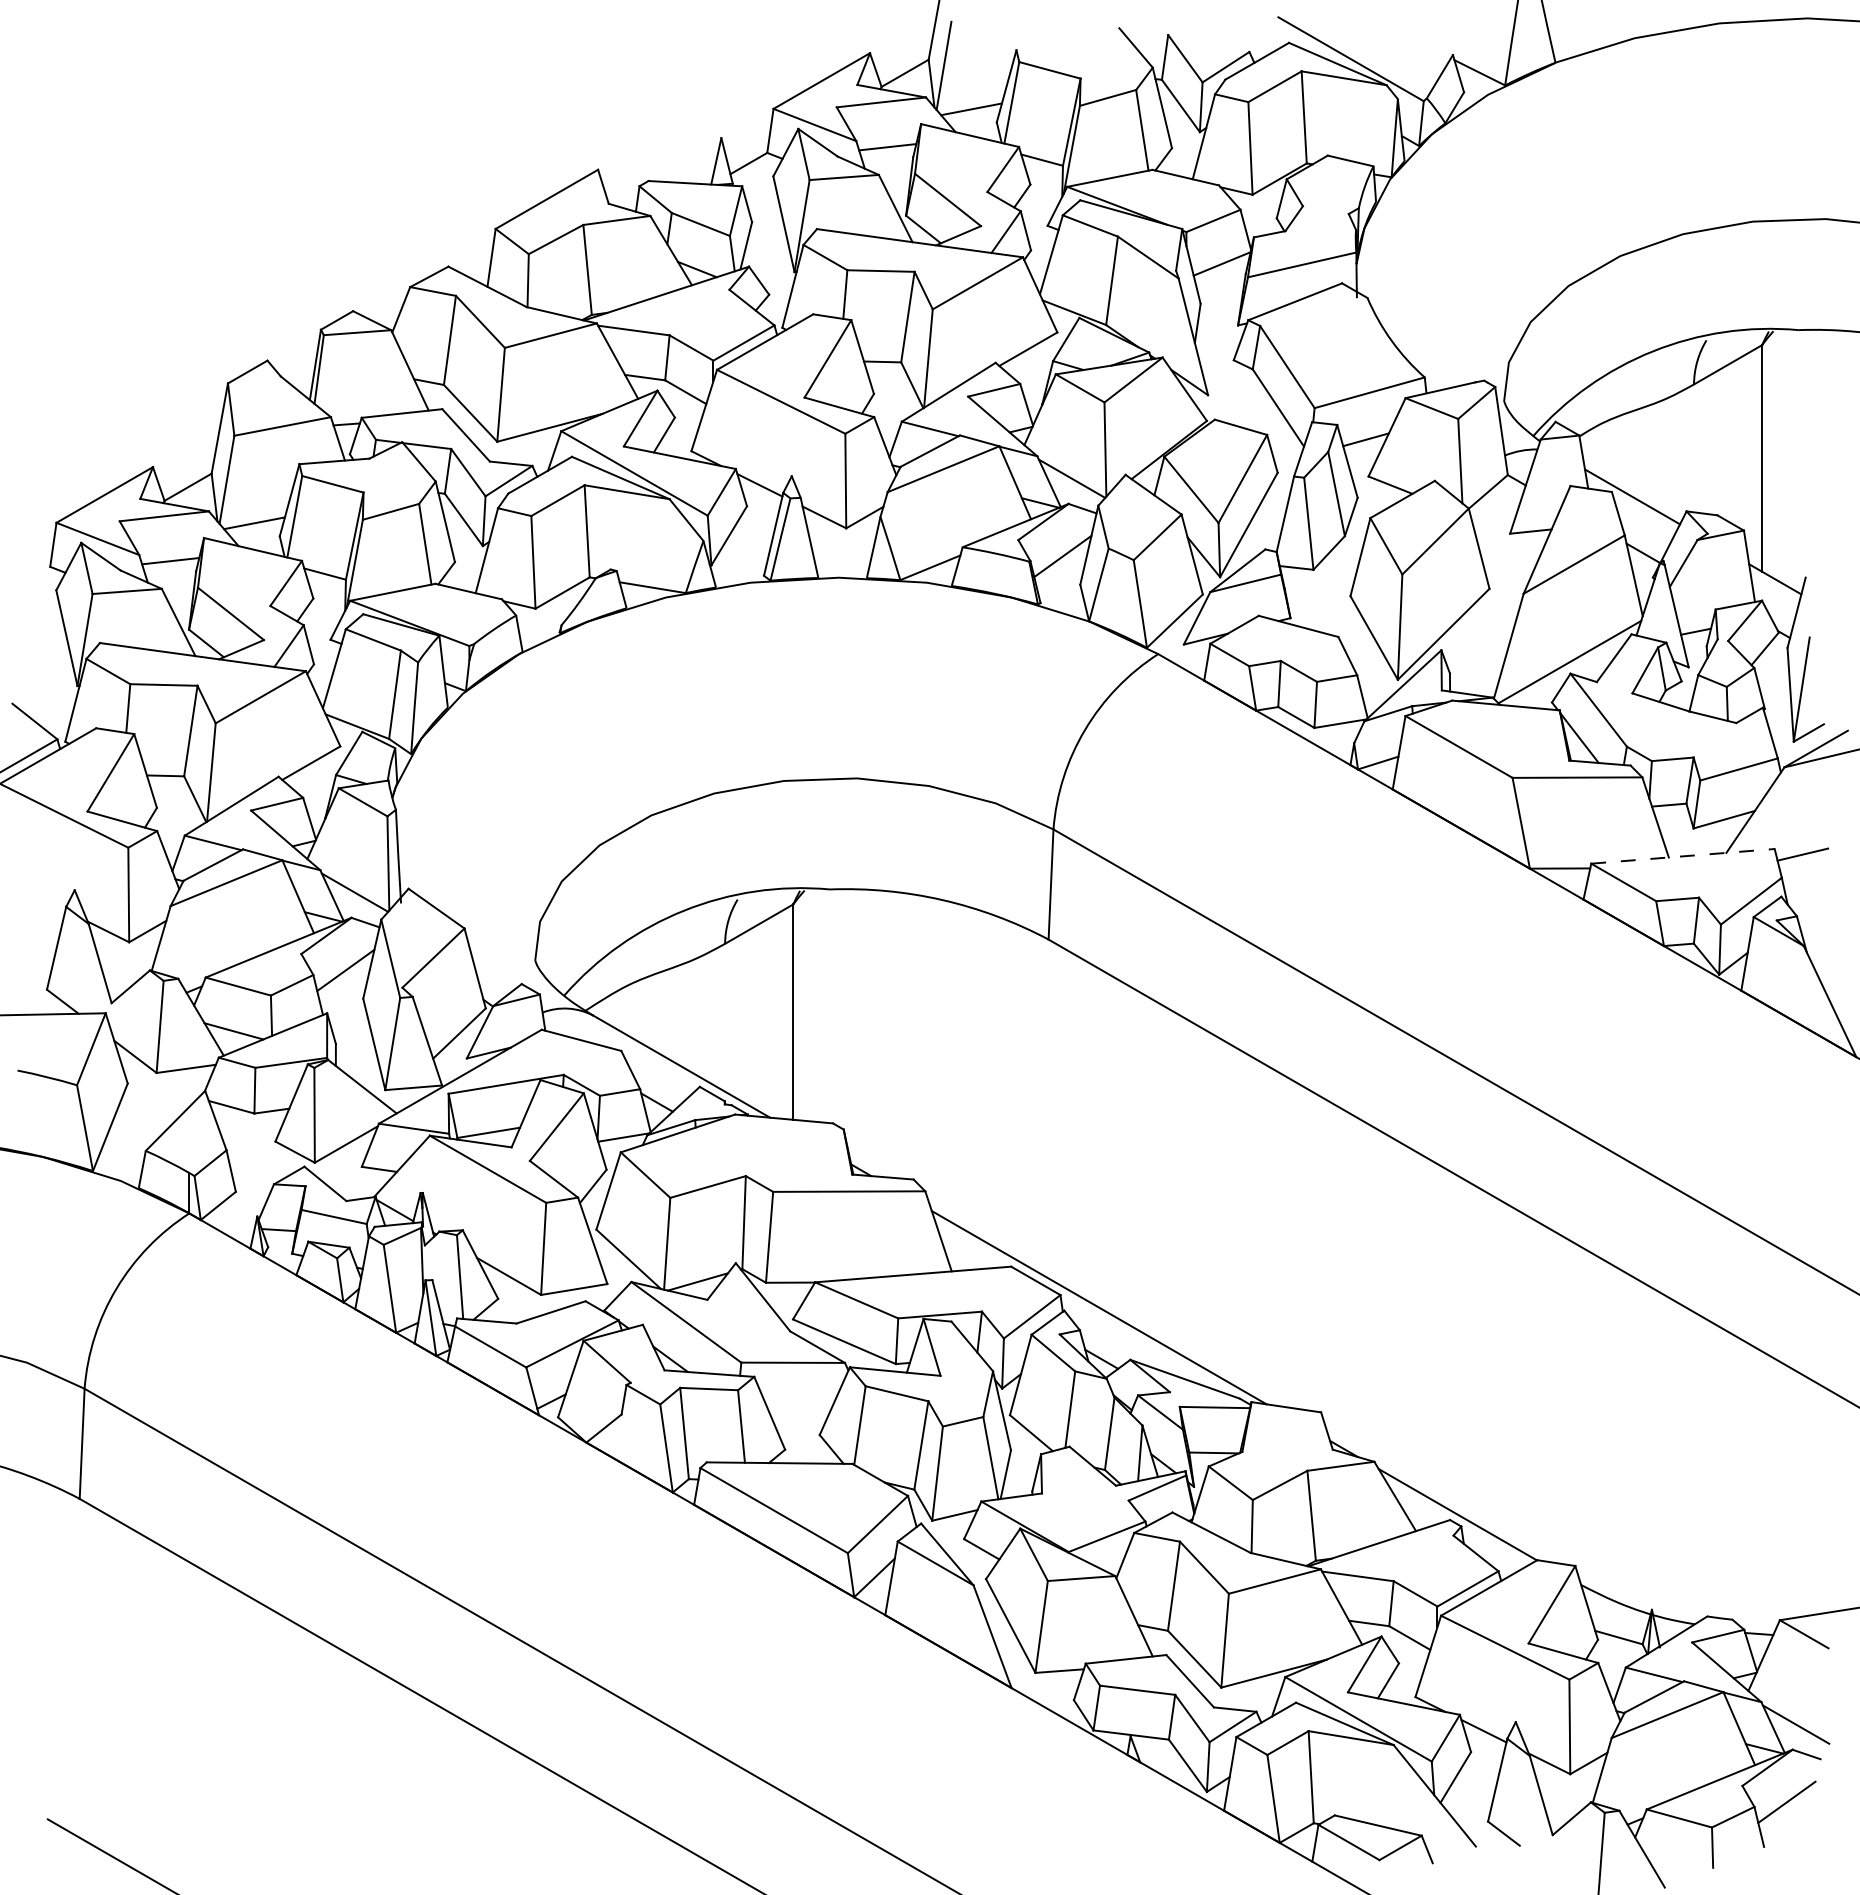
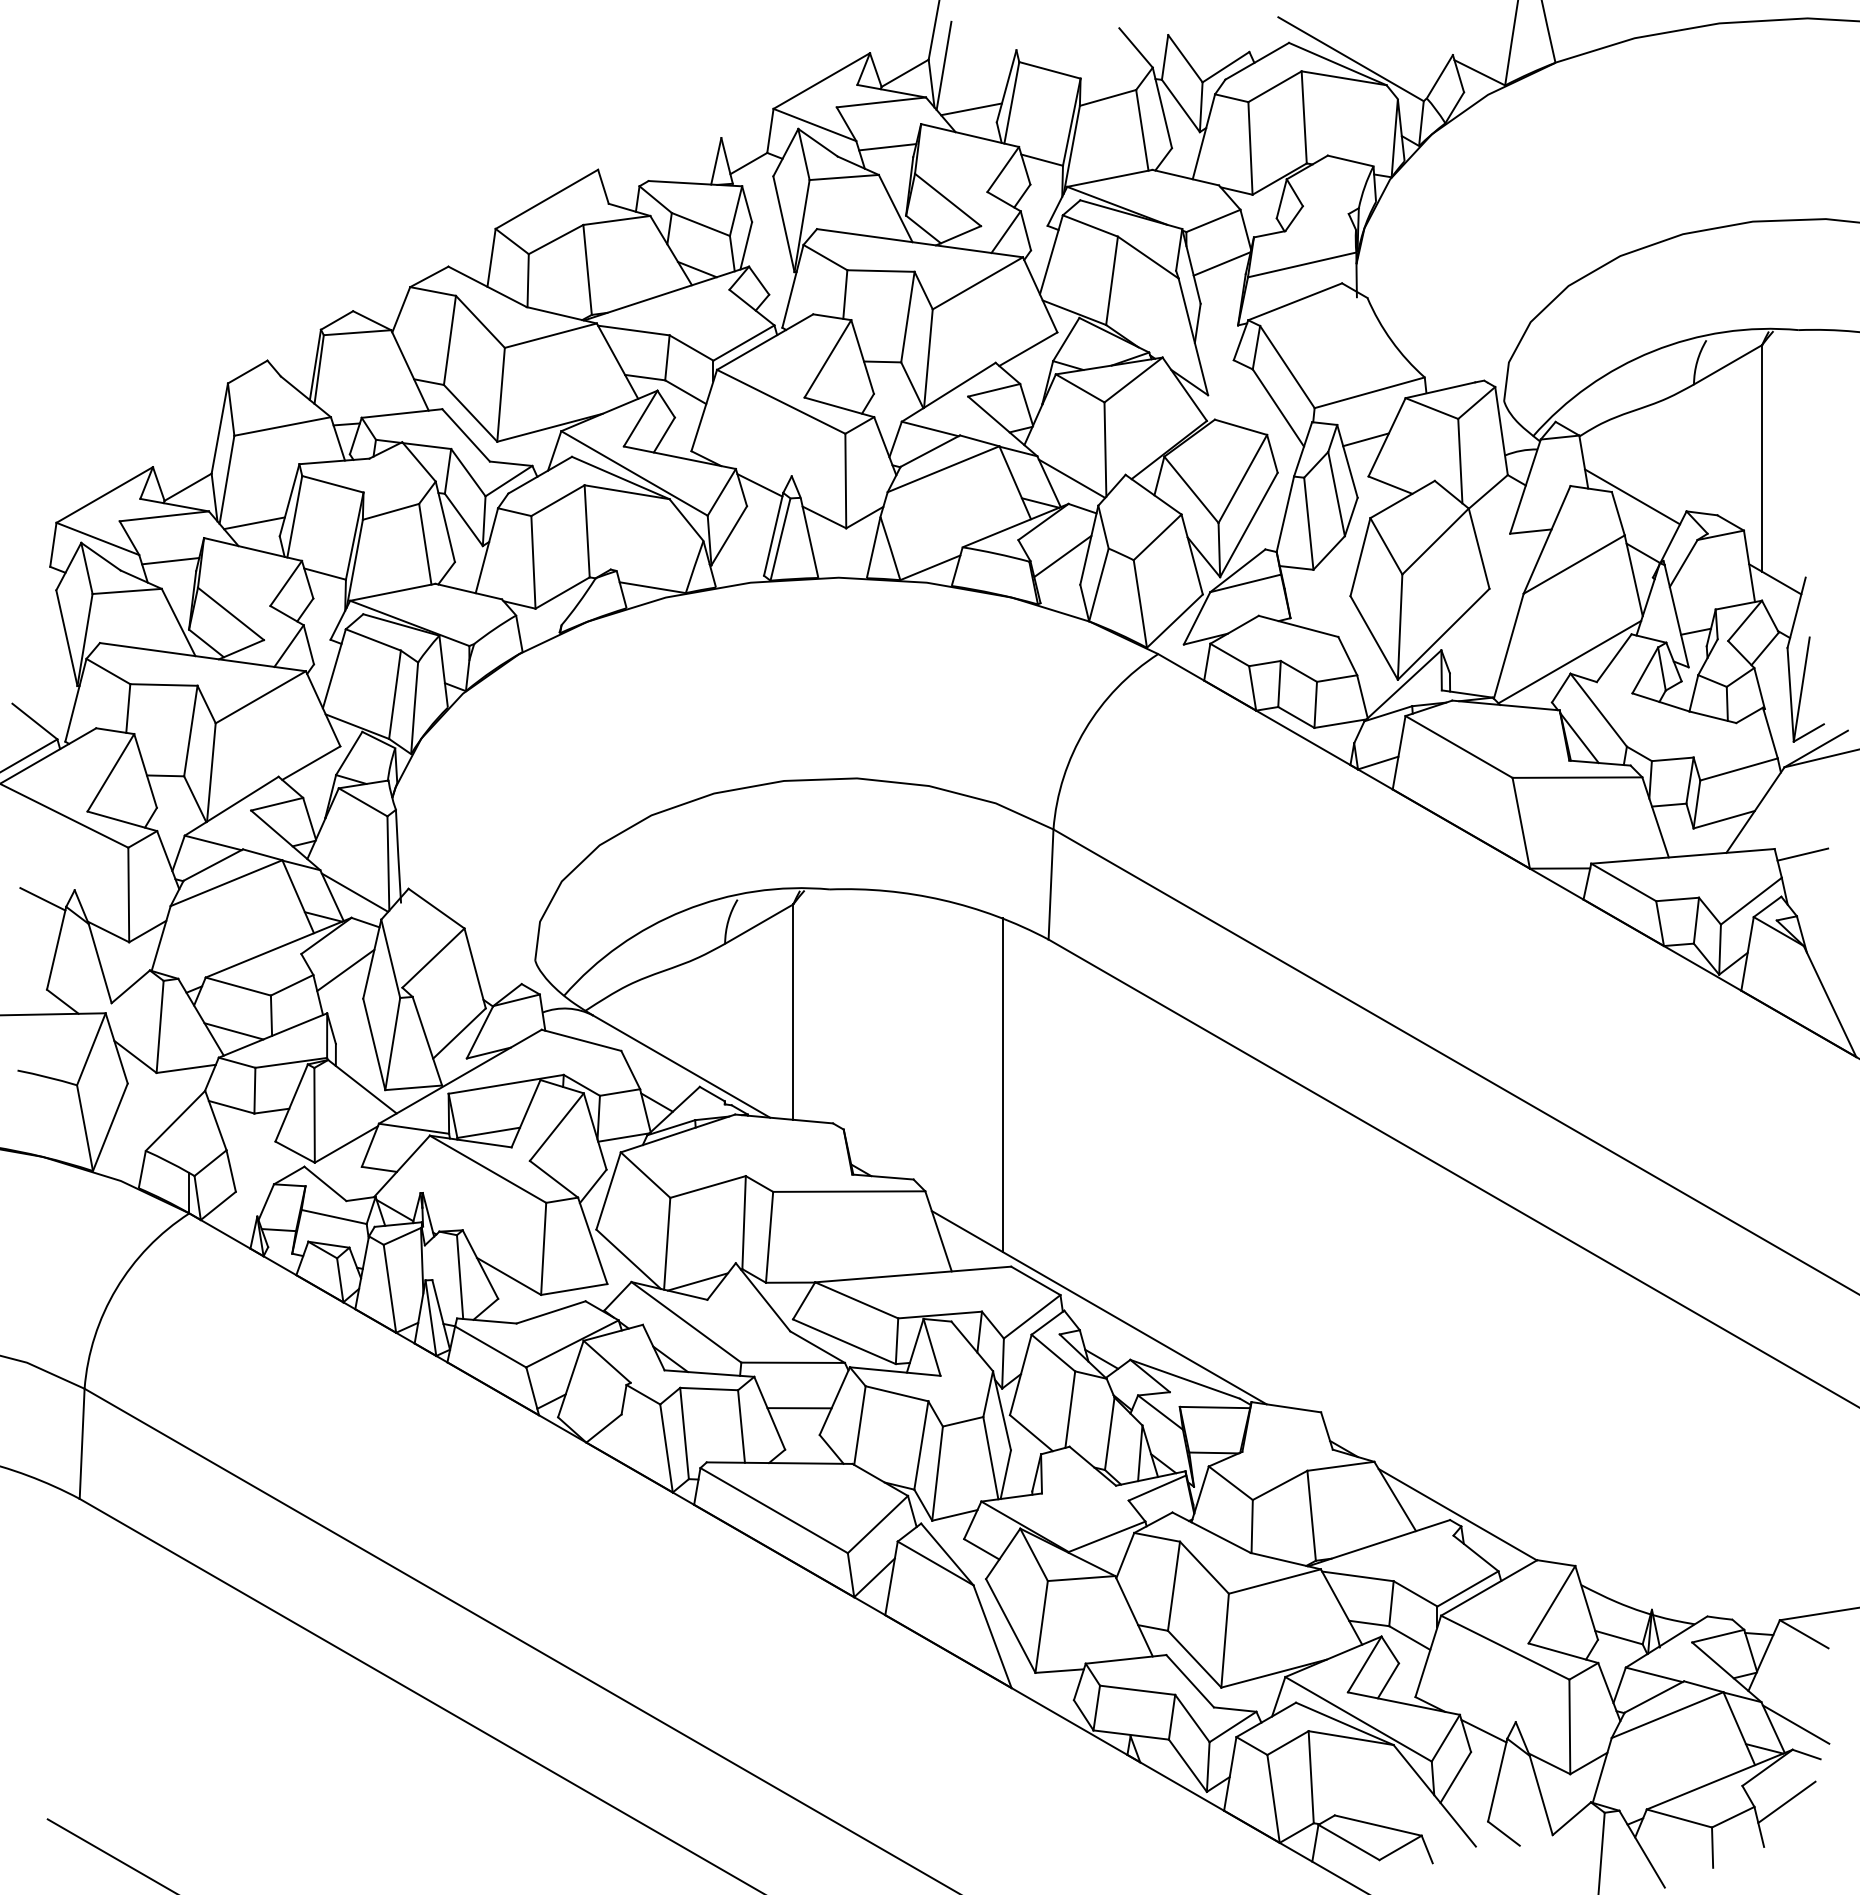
line at (1683, 856): dashed -> solid
line at (42, 899): none -> present
line at (1002, 1084): none -> present
line at (799, 1408): none -> present
